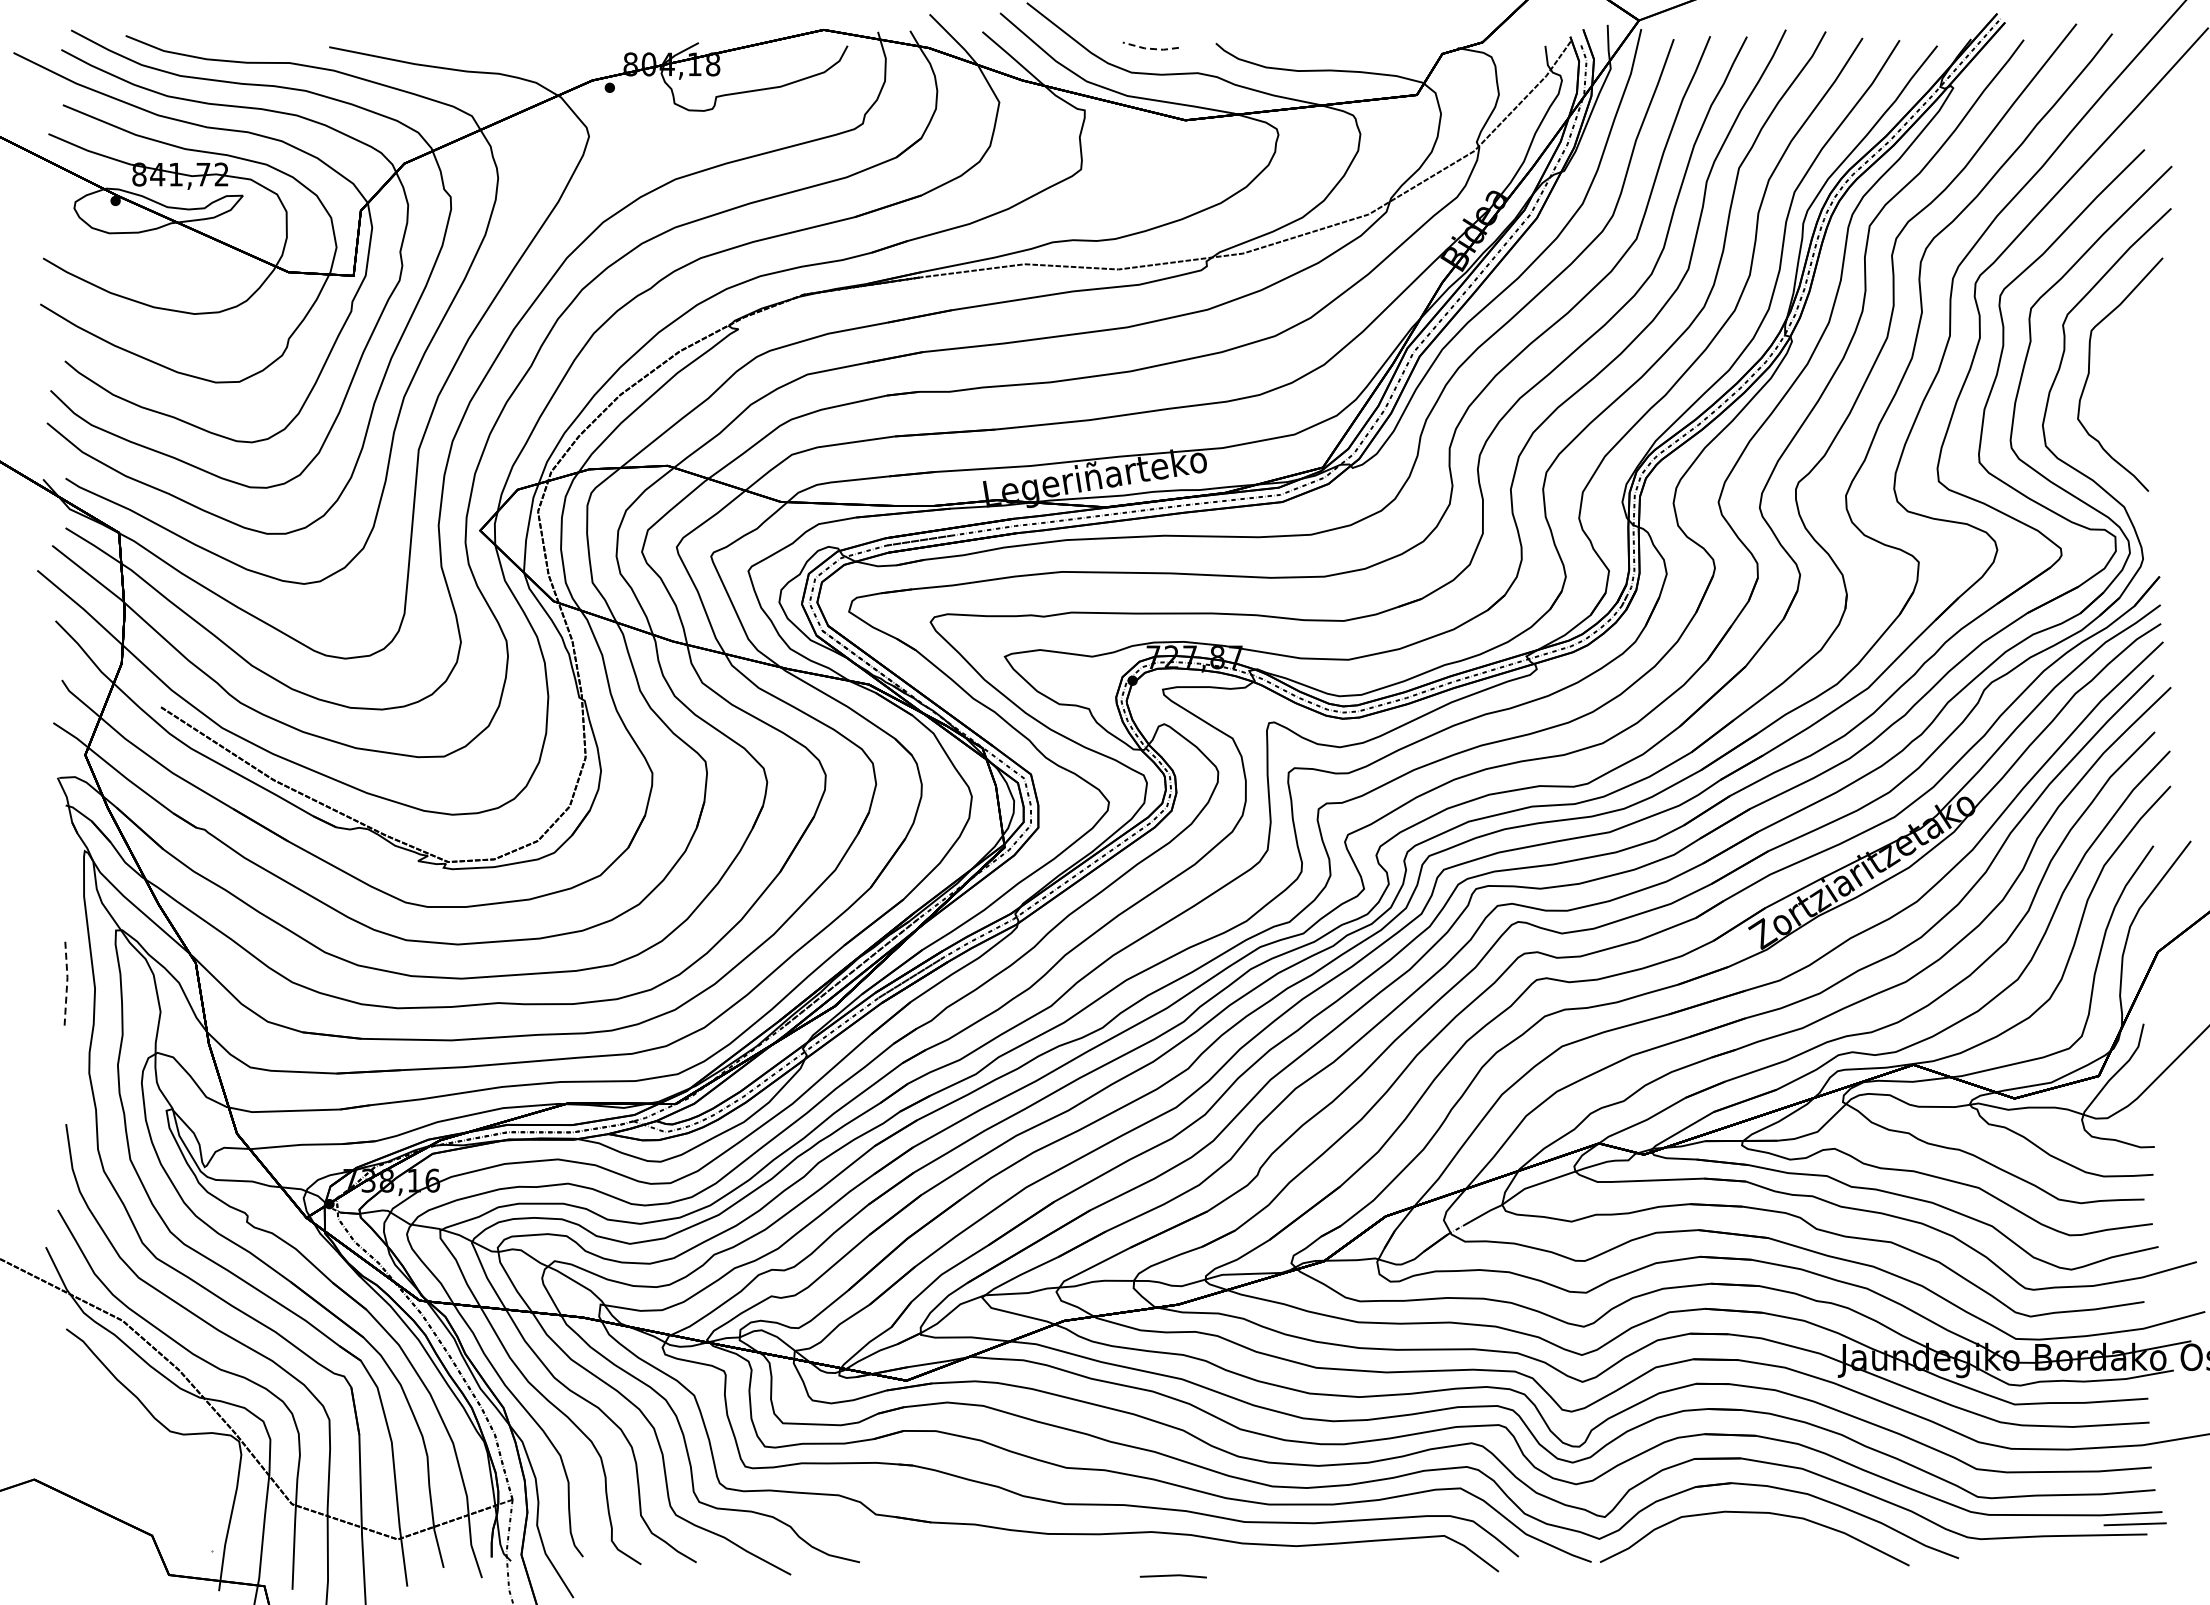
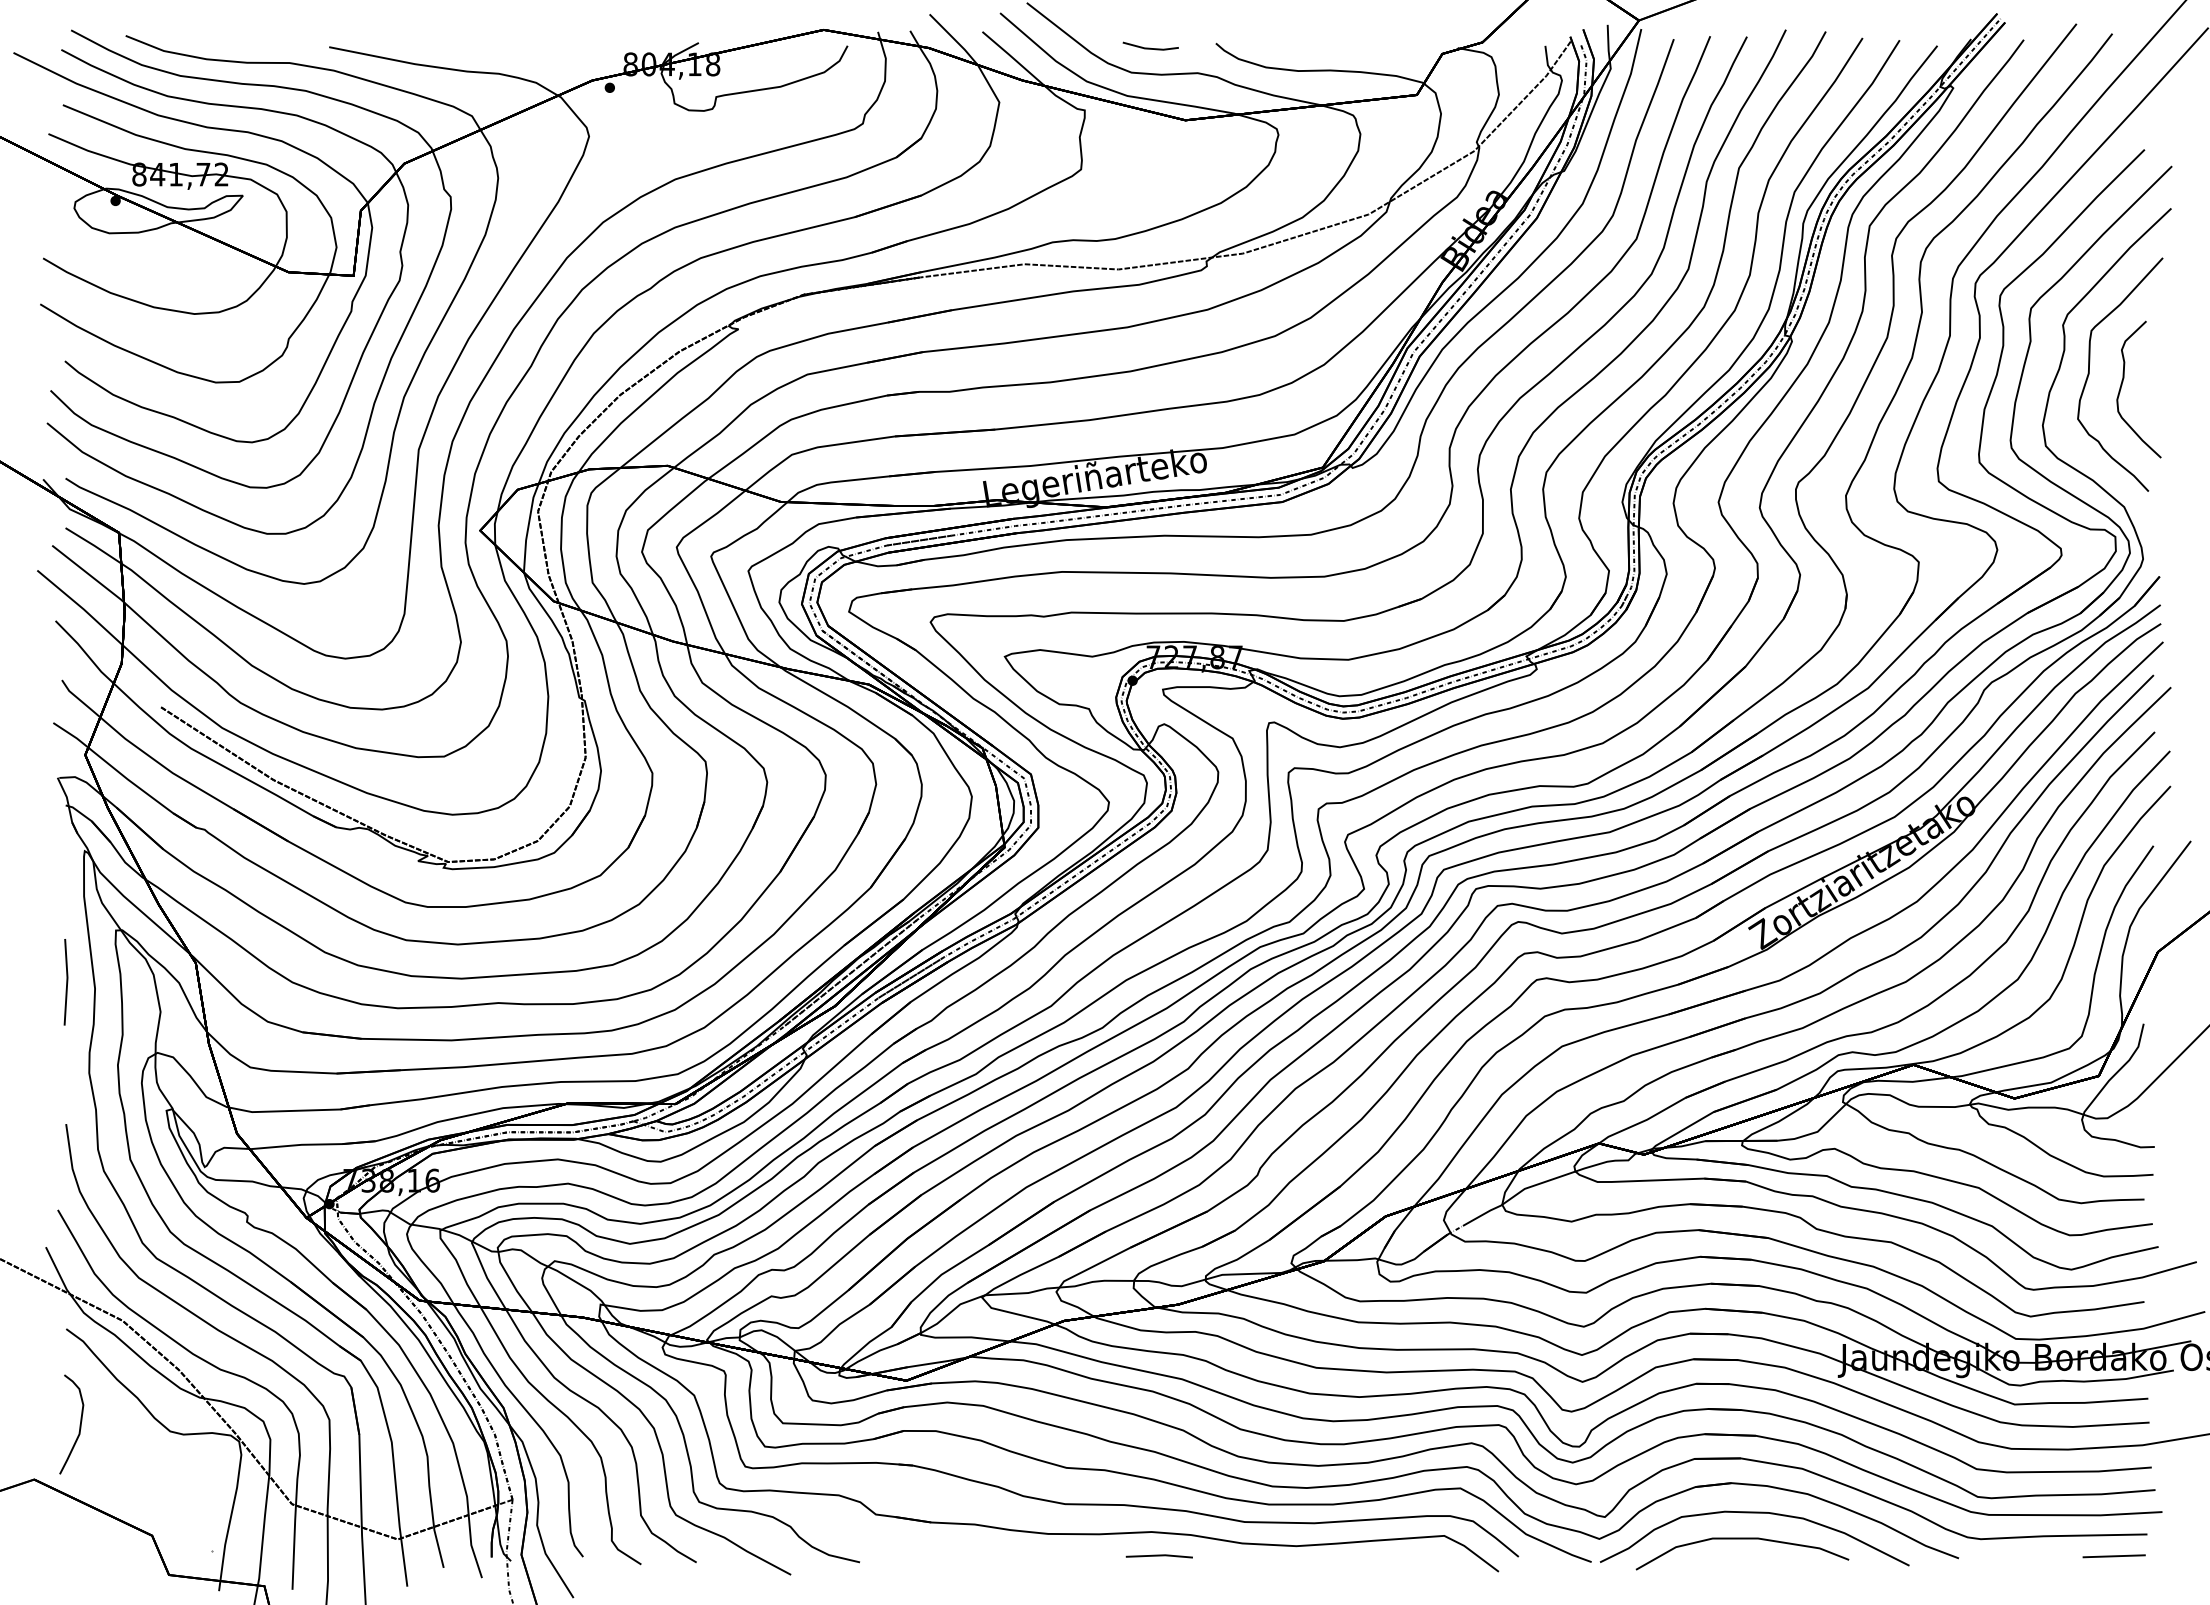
line at (1150, 48): dashed -> solid
curve at (2122, 385): none -> present
line at (67, 981): dashed -> solid
curve at (79, 1424): none -> present
line at (2134, 1524) position: (2134, 1524) -> (2113, 1556)
curve at (1742, 1539): none -> present
line at (1172, 1576) position: (1172, 1576) -> (1158, 1556)
